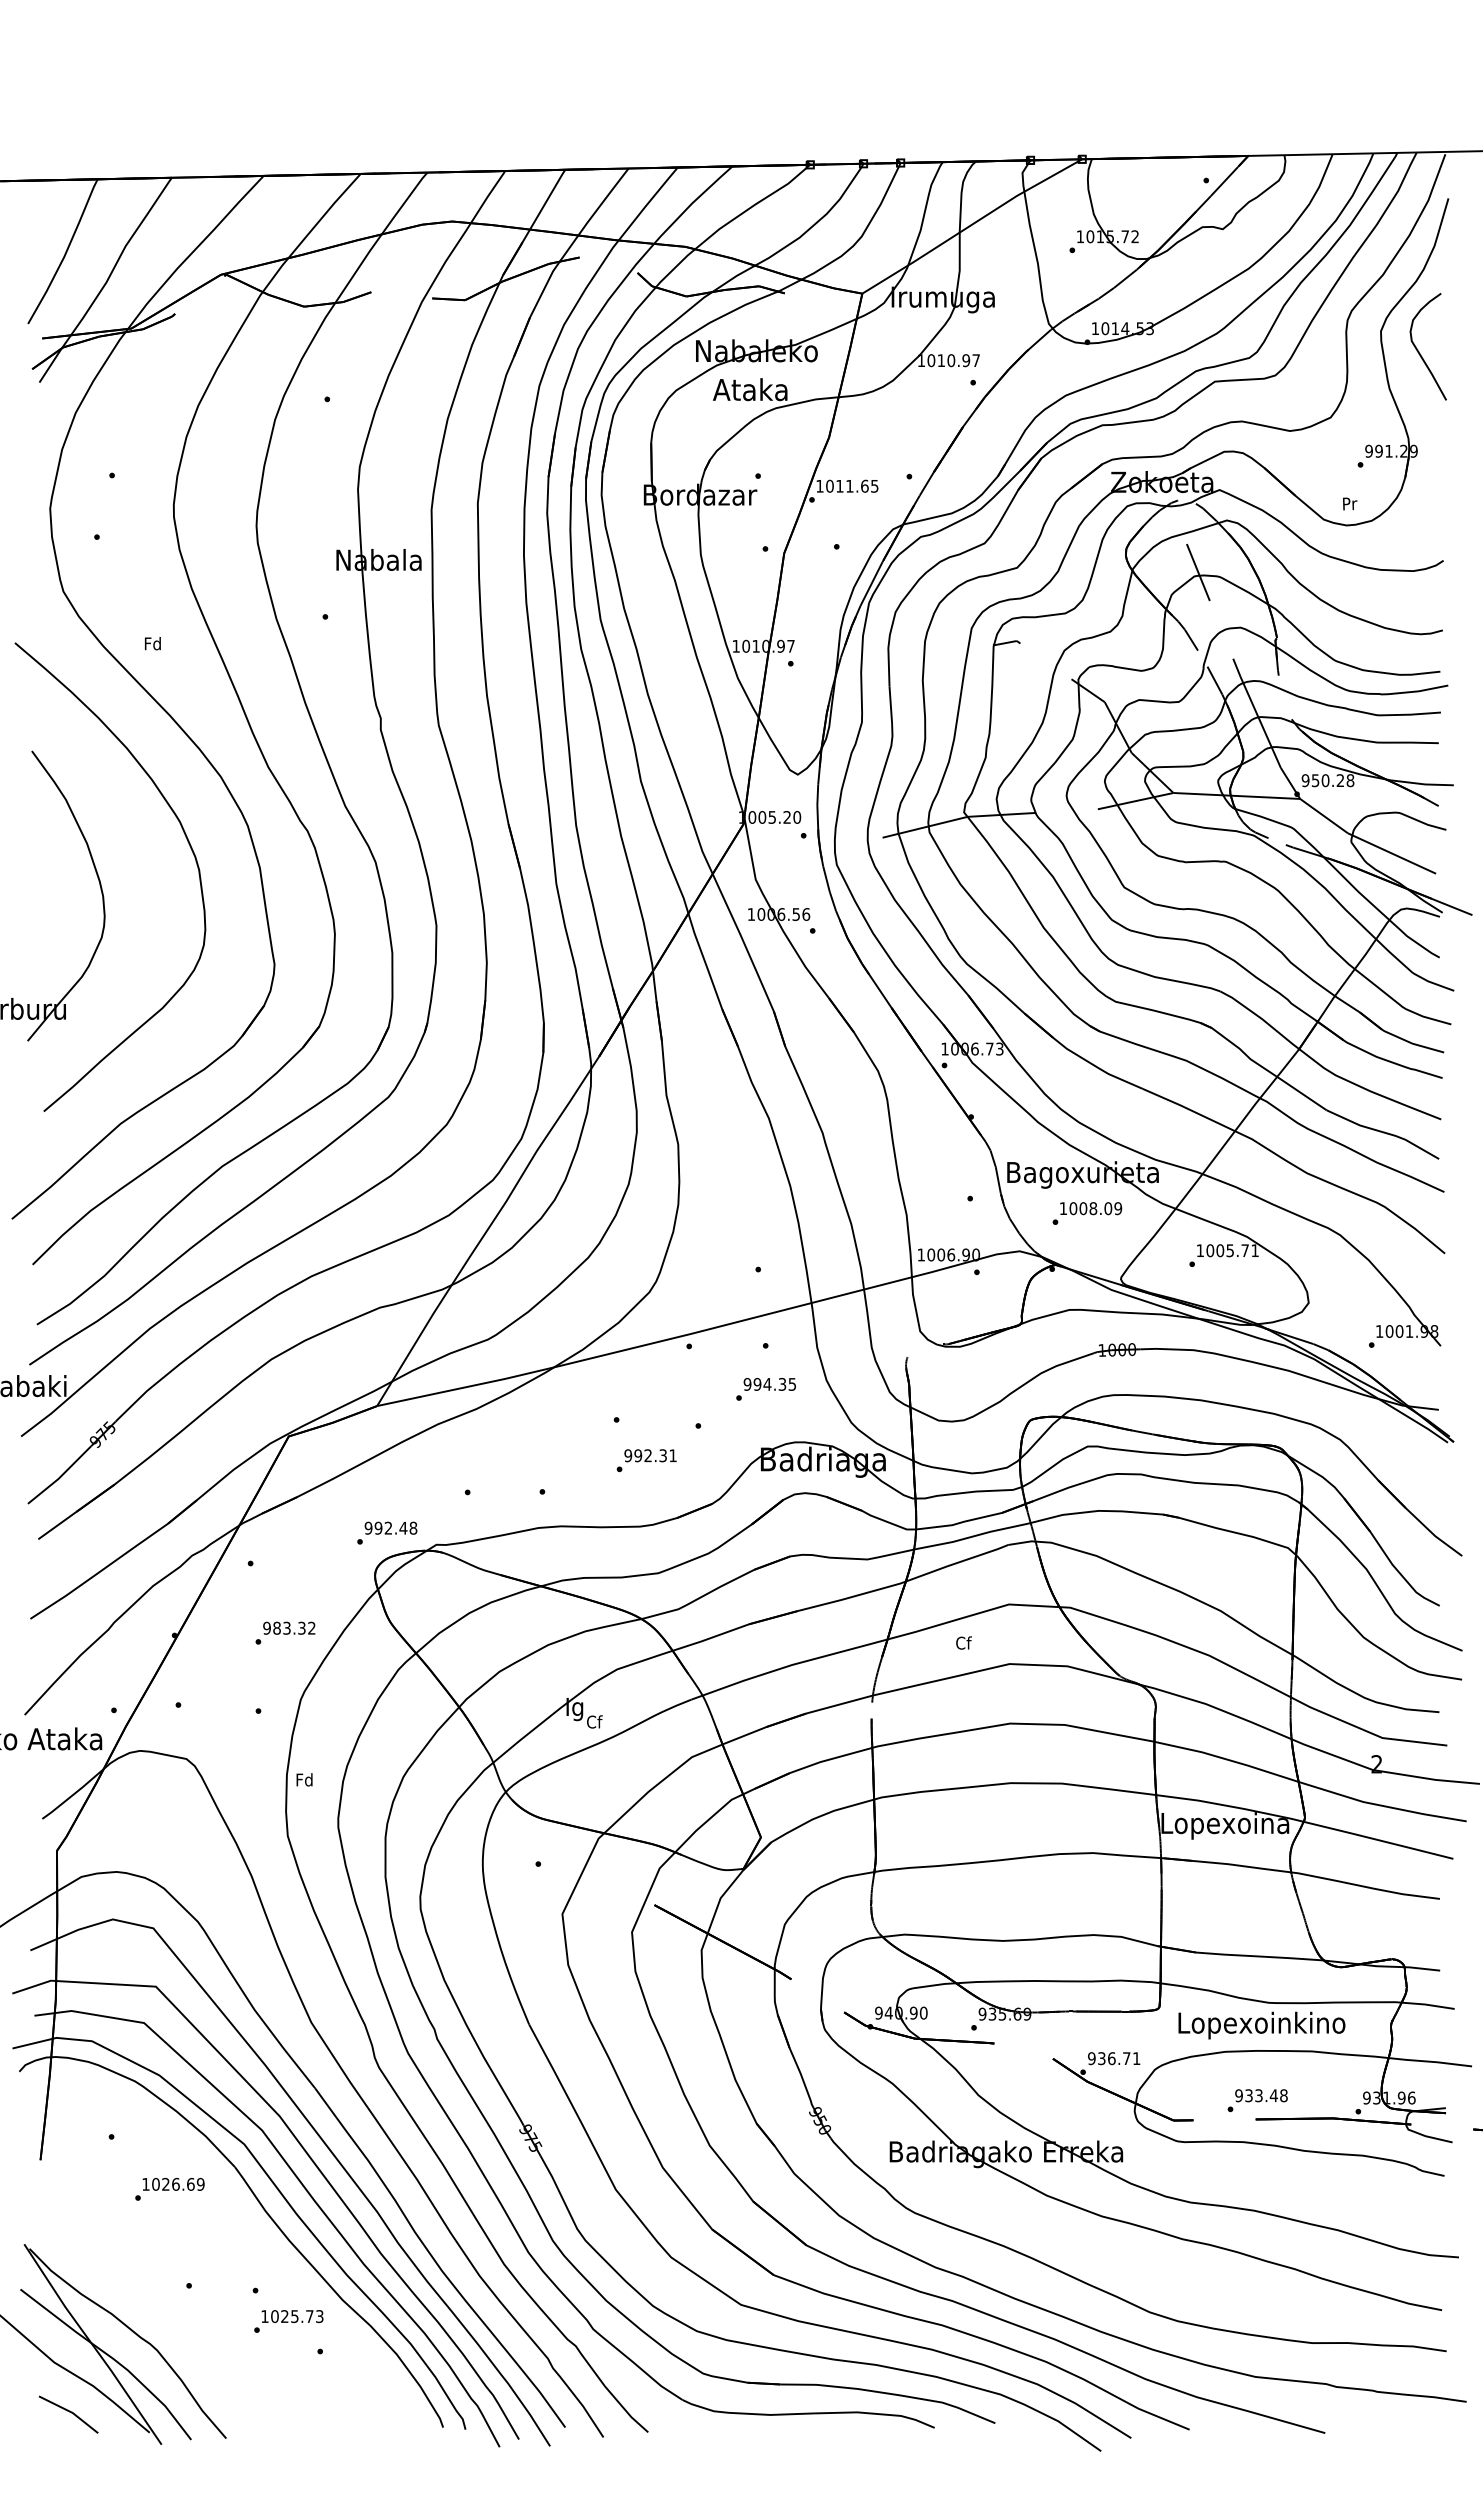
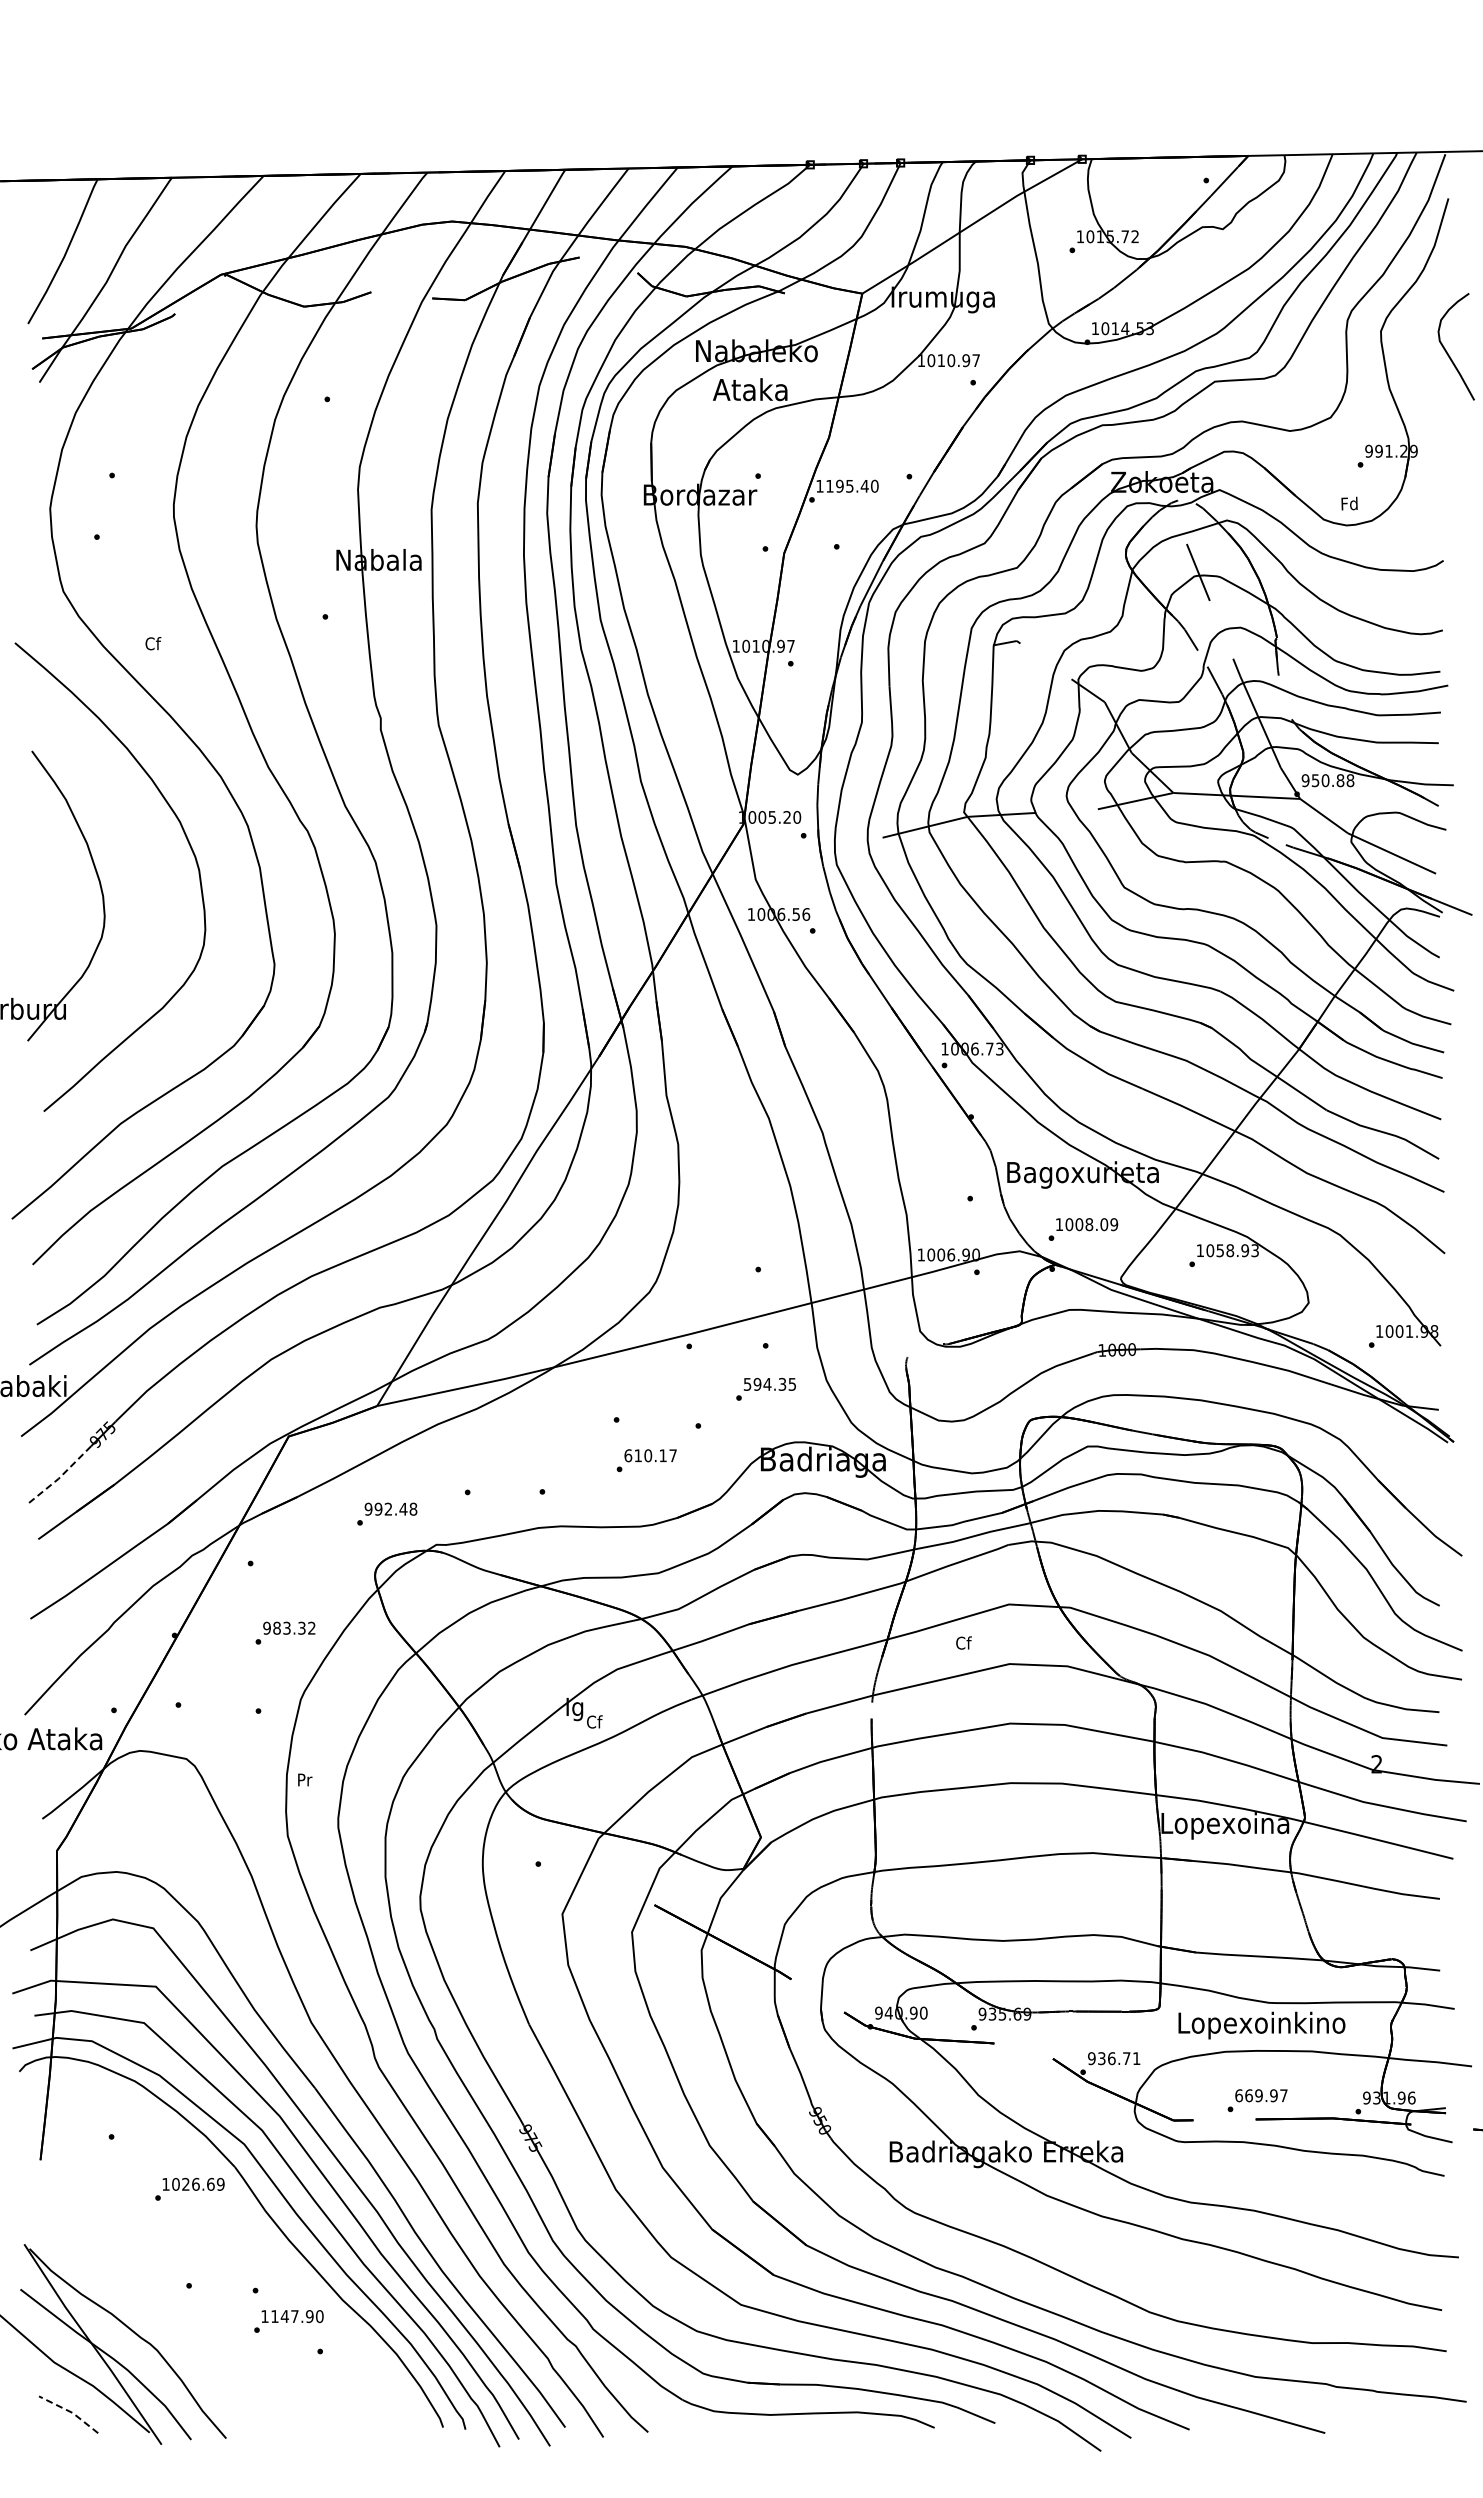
curve at (1419, 351) position: (1419, 351) -> (1447, 351)
text at (852, 485): 1011.65 -> 1195.40
text at (1349, 503): Pr -> Fd
text at (152, 643): Fd -> Cf
text at (1340, 780): 950.28 -> 950.88
text at (1087, 1213) position: (1087, 1213) -> (1083, 1229)
text at (1237, 1250): 1005.71 -> 1058.93
text at (747, 1383): 994.35 -> 594.35
text at (650, 1455): 992.31 -> 610.17
line at (59, 1477): solid -> dashed
text at (387, 1532) position: (387, 1532) -> (387, 1513)
text at (304, 1779): Fd -> Pr
text at (1261, 2095): 933.48 -> 669.97
text at (169, 2188) position: (169, 2188) -> (189, 2188)
text at (297, 2316): 1025.73 -> 1147.90
line at (71, 2412): solid -> dashed
